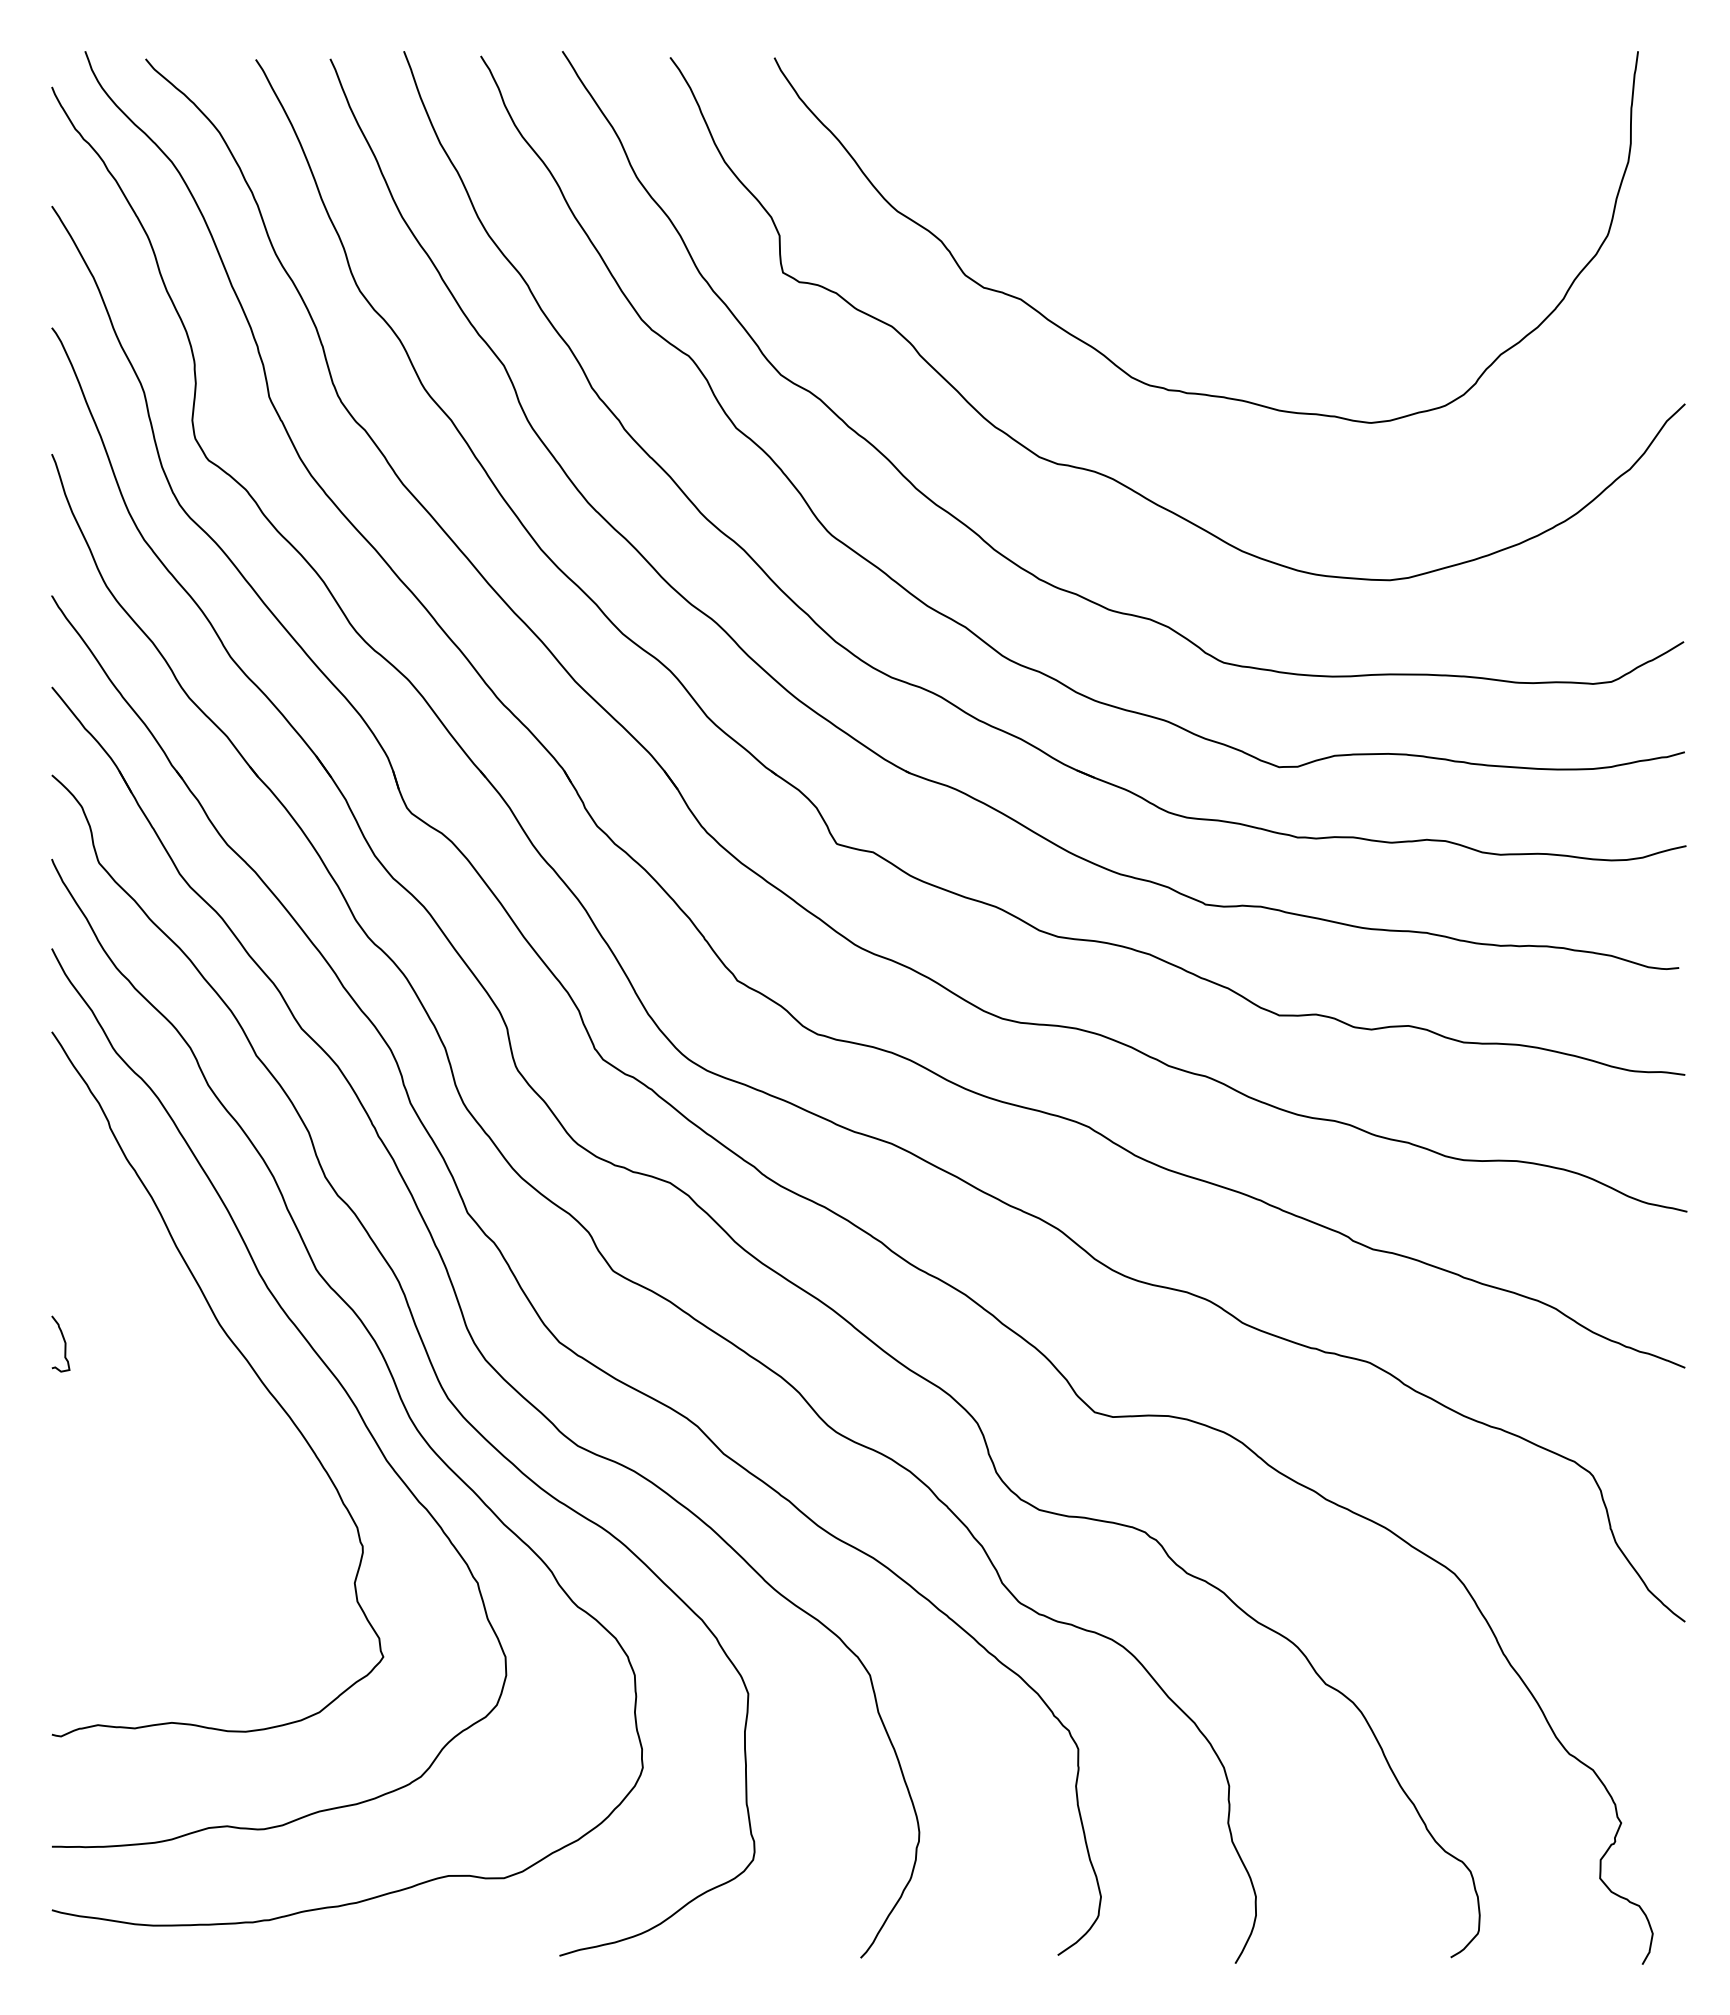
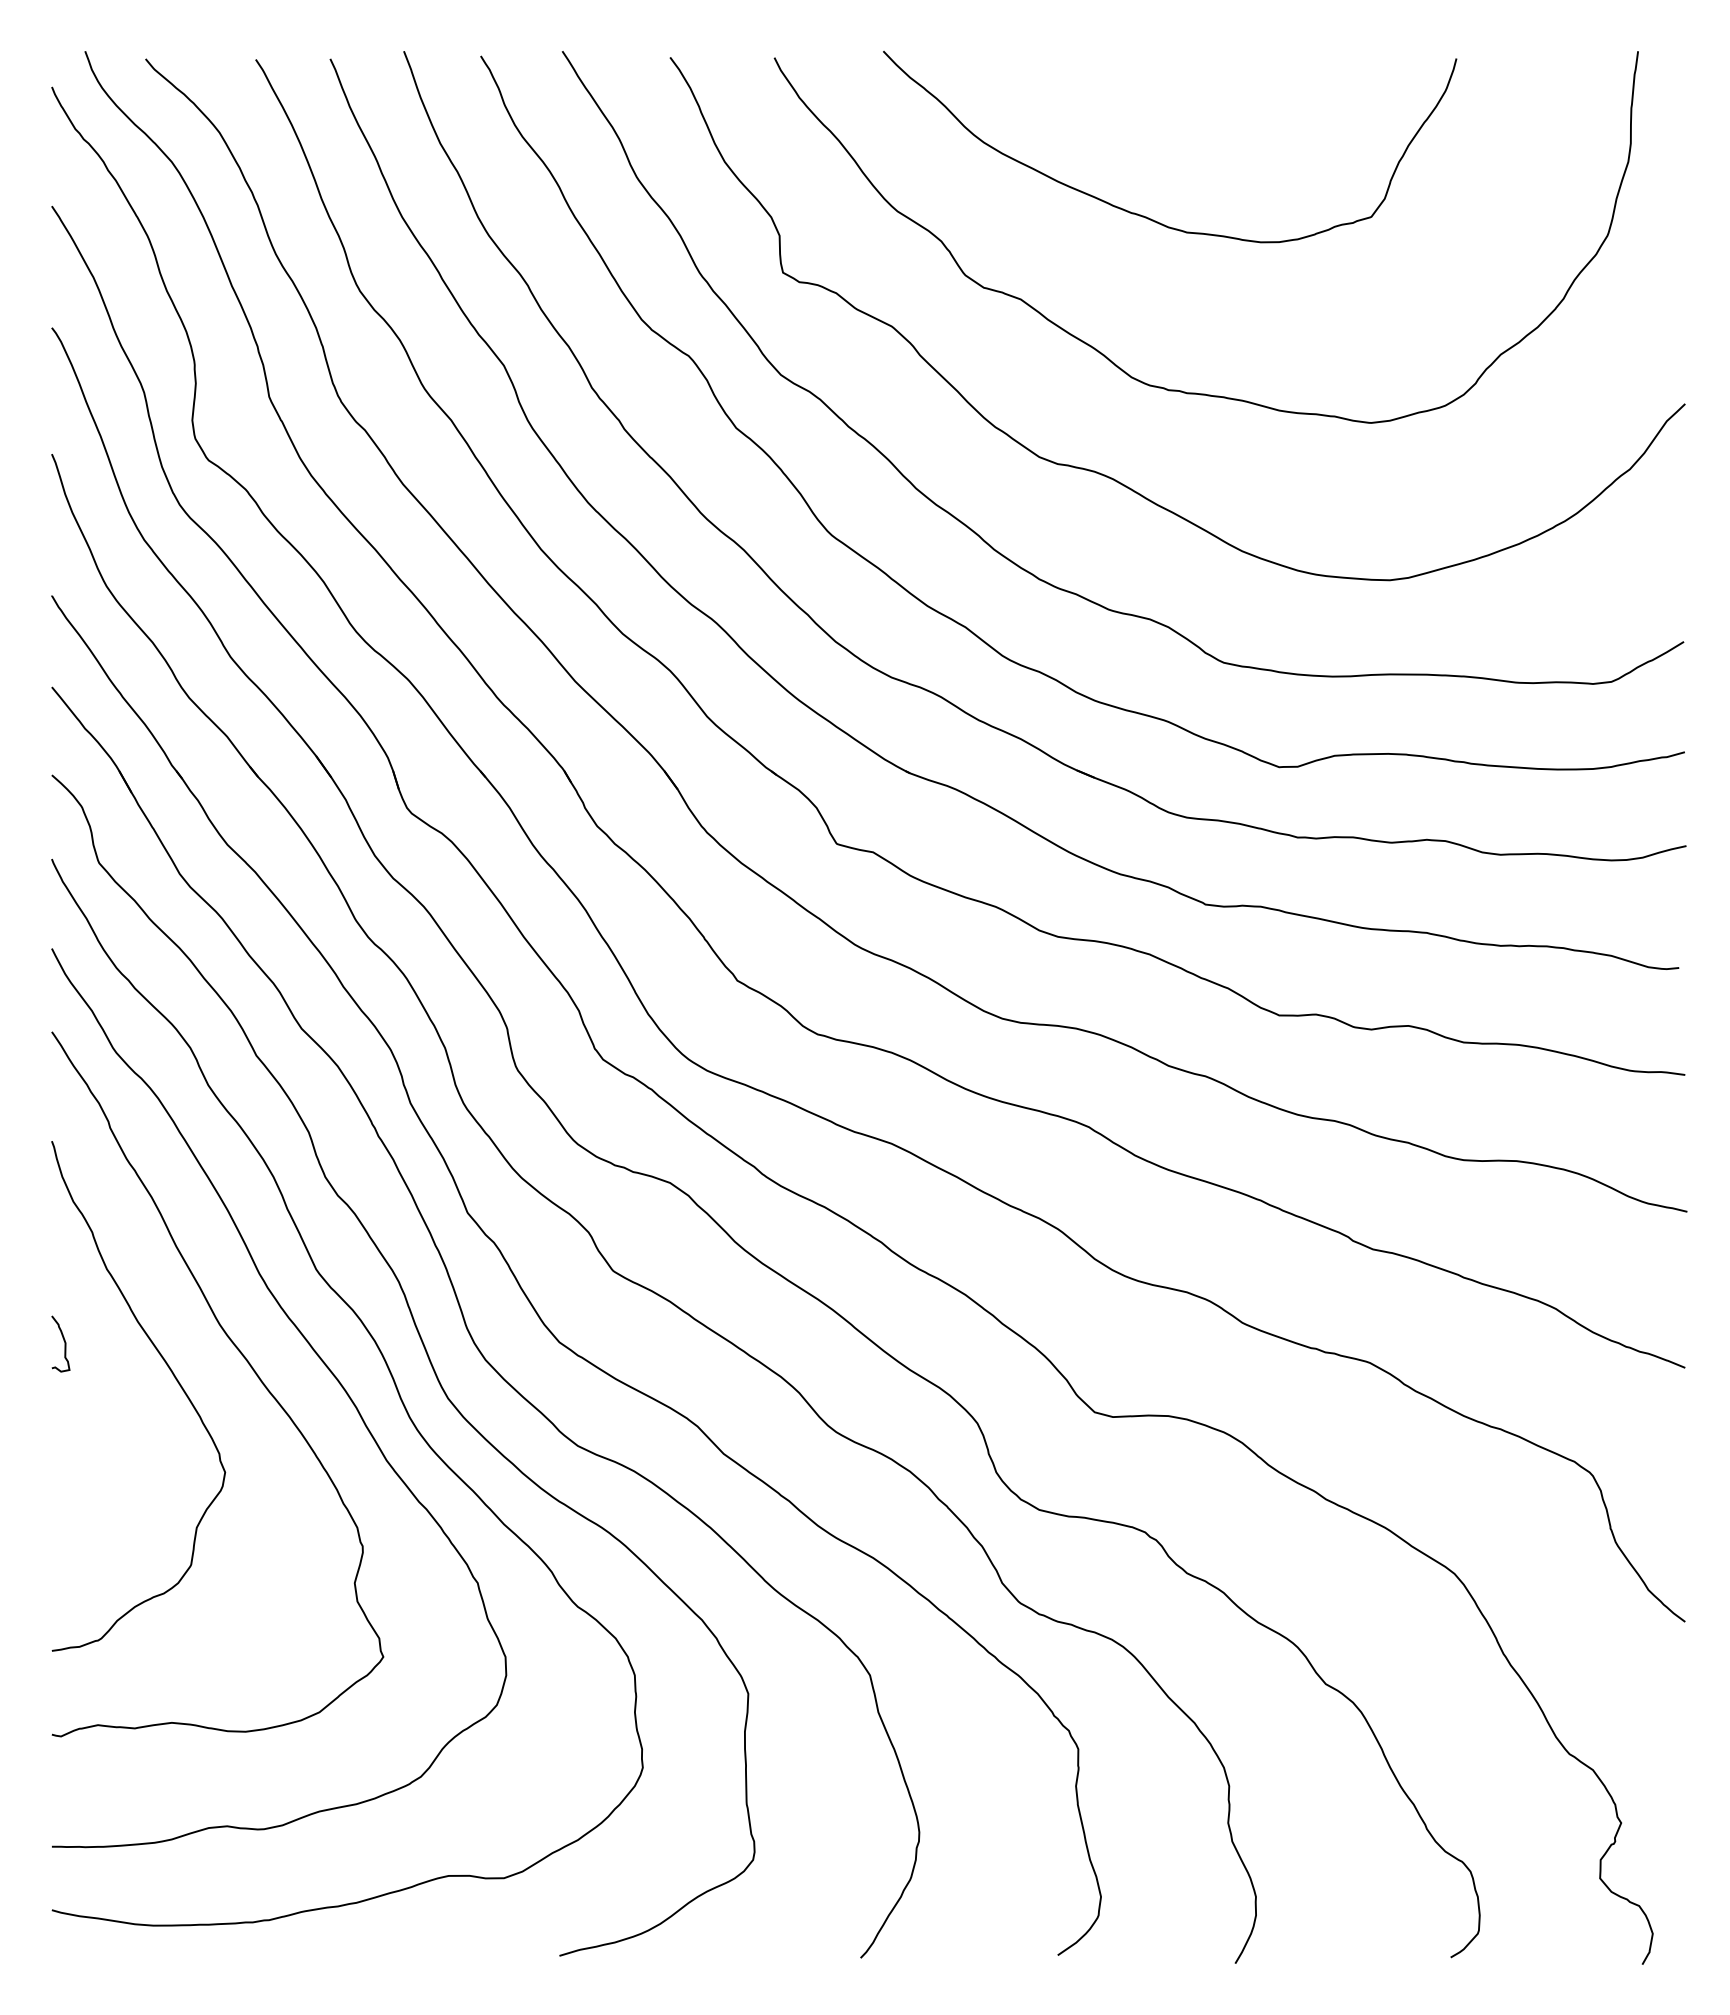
curve at (1146, 216): none -> present
curve at (173, 1376): none -> present
